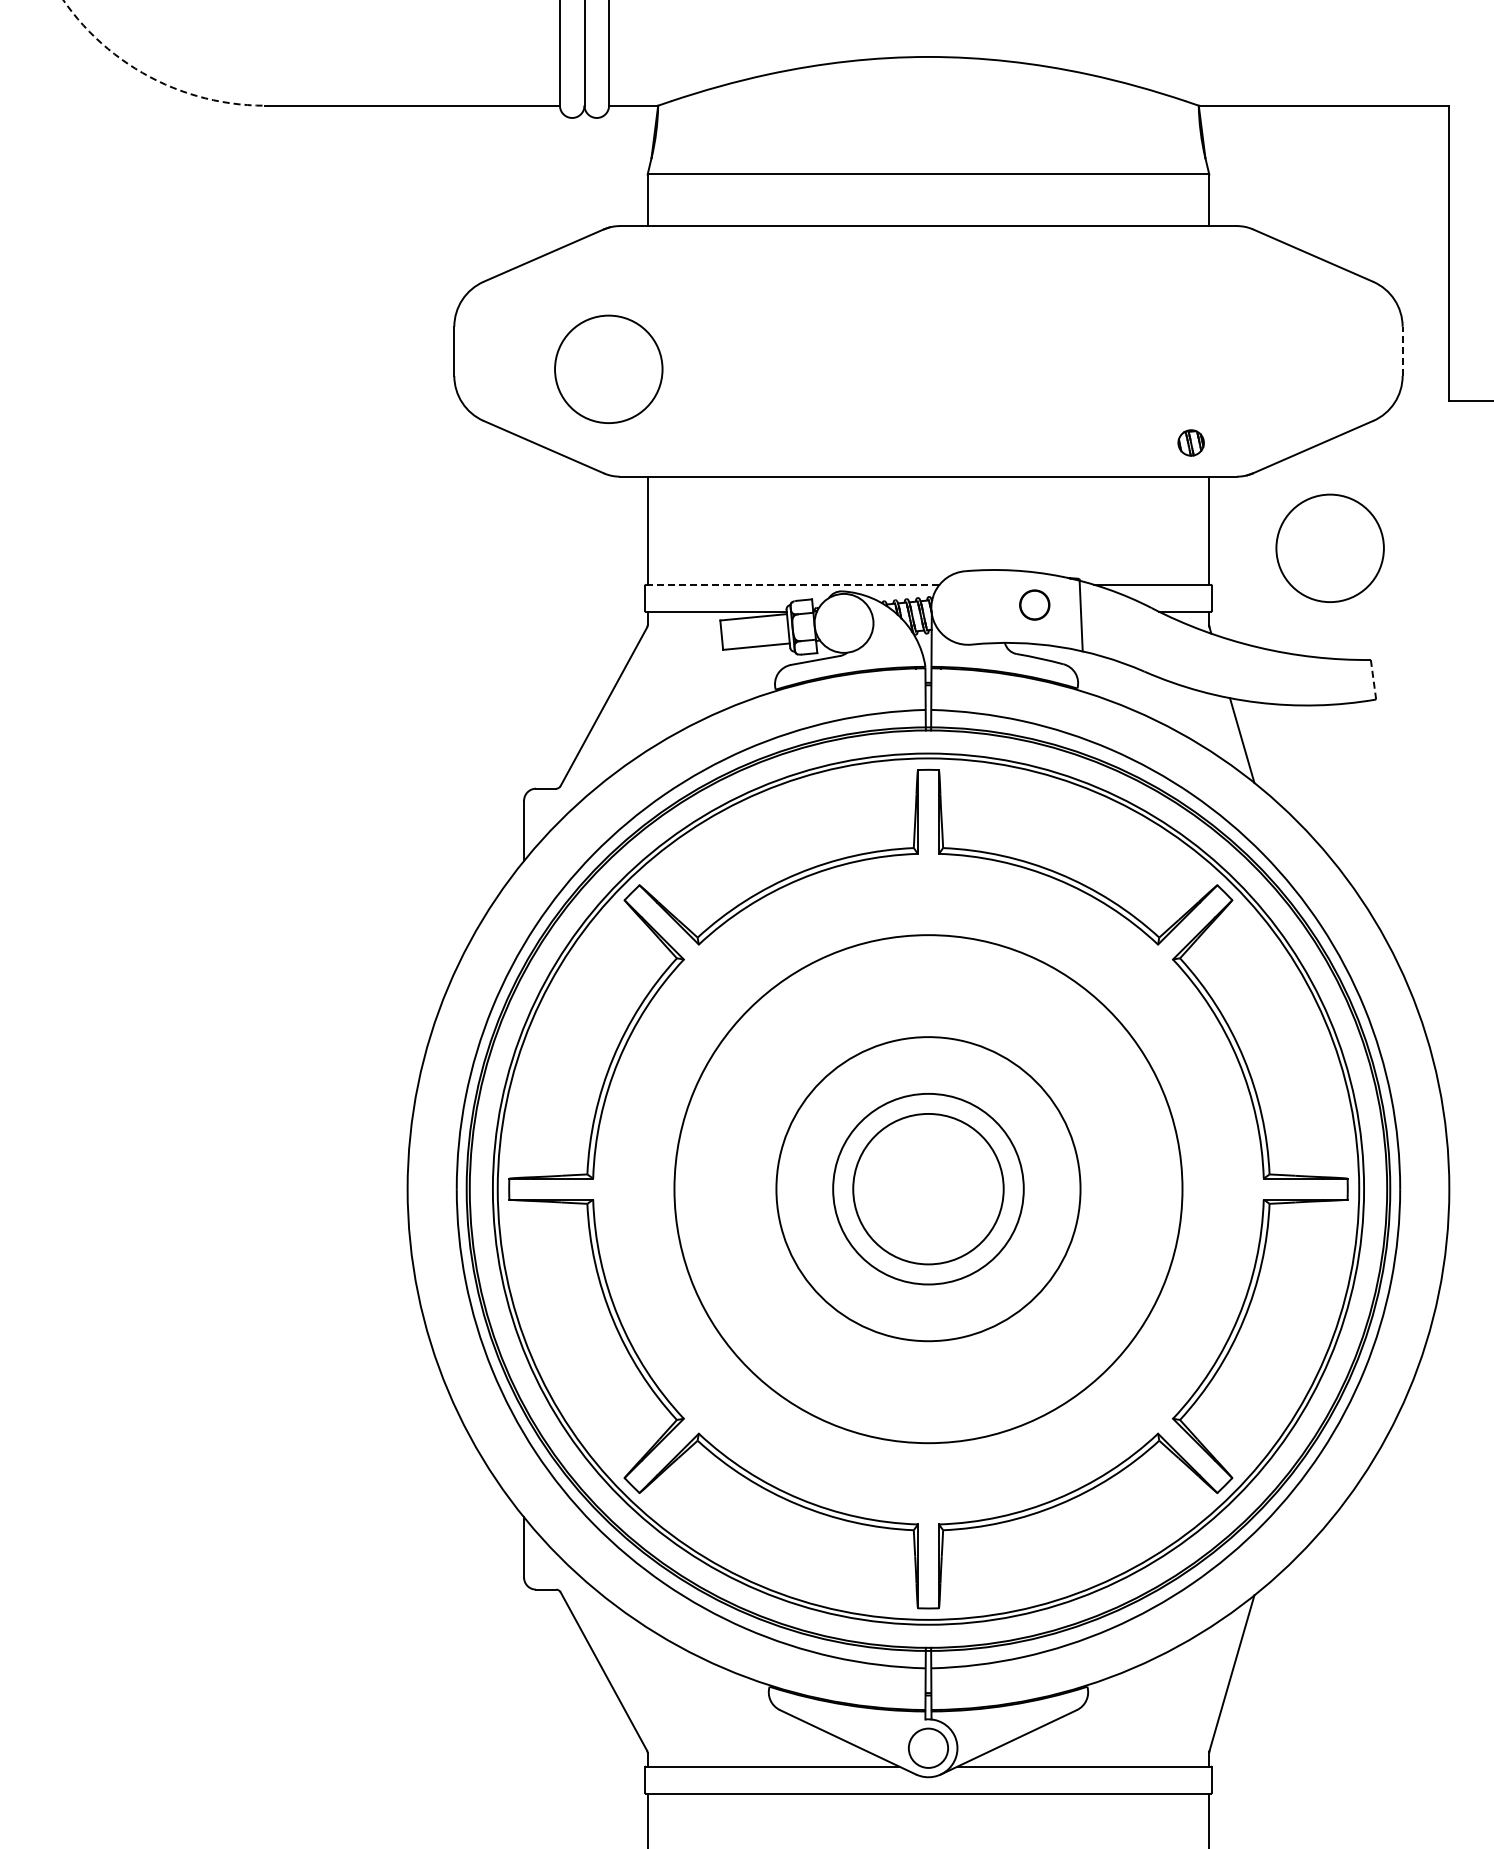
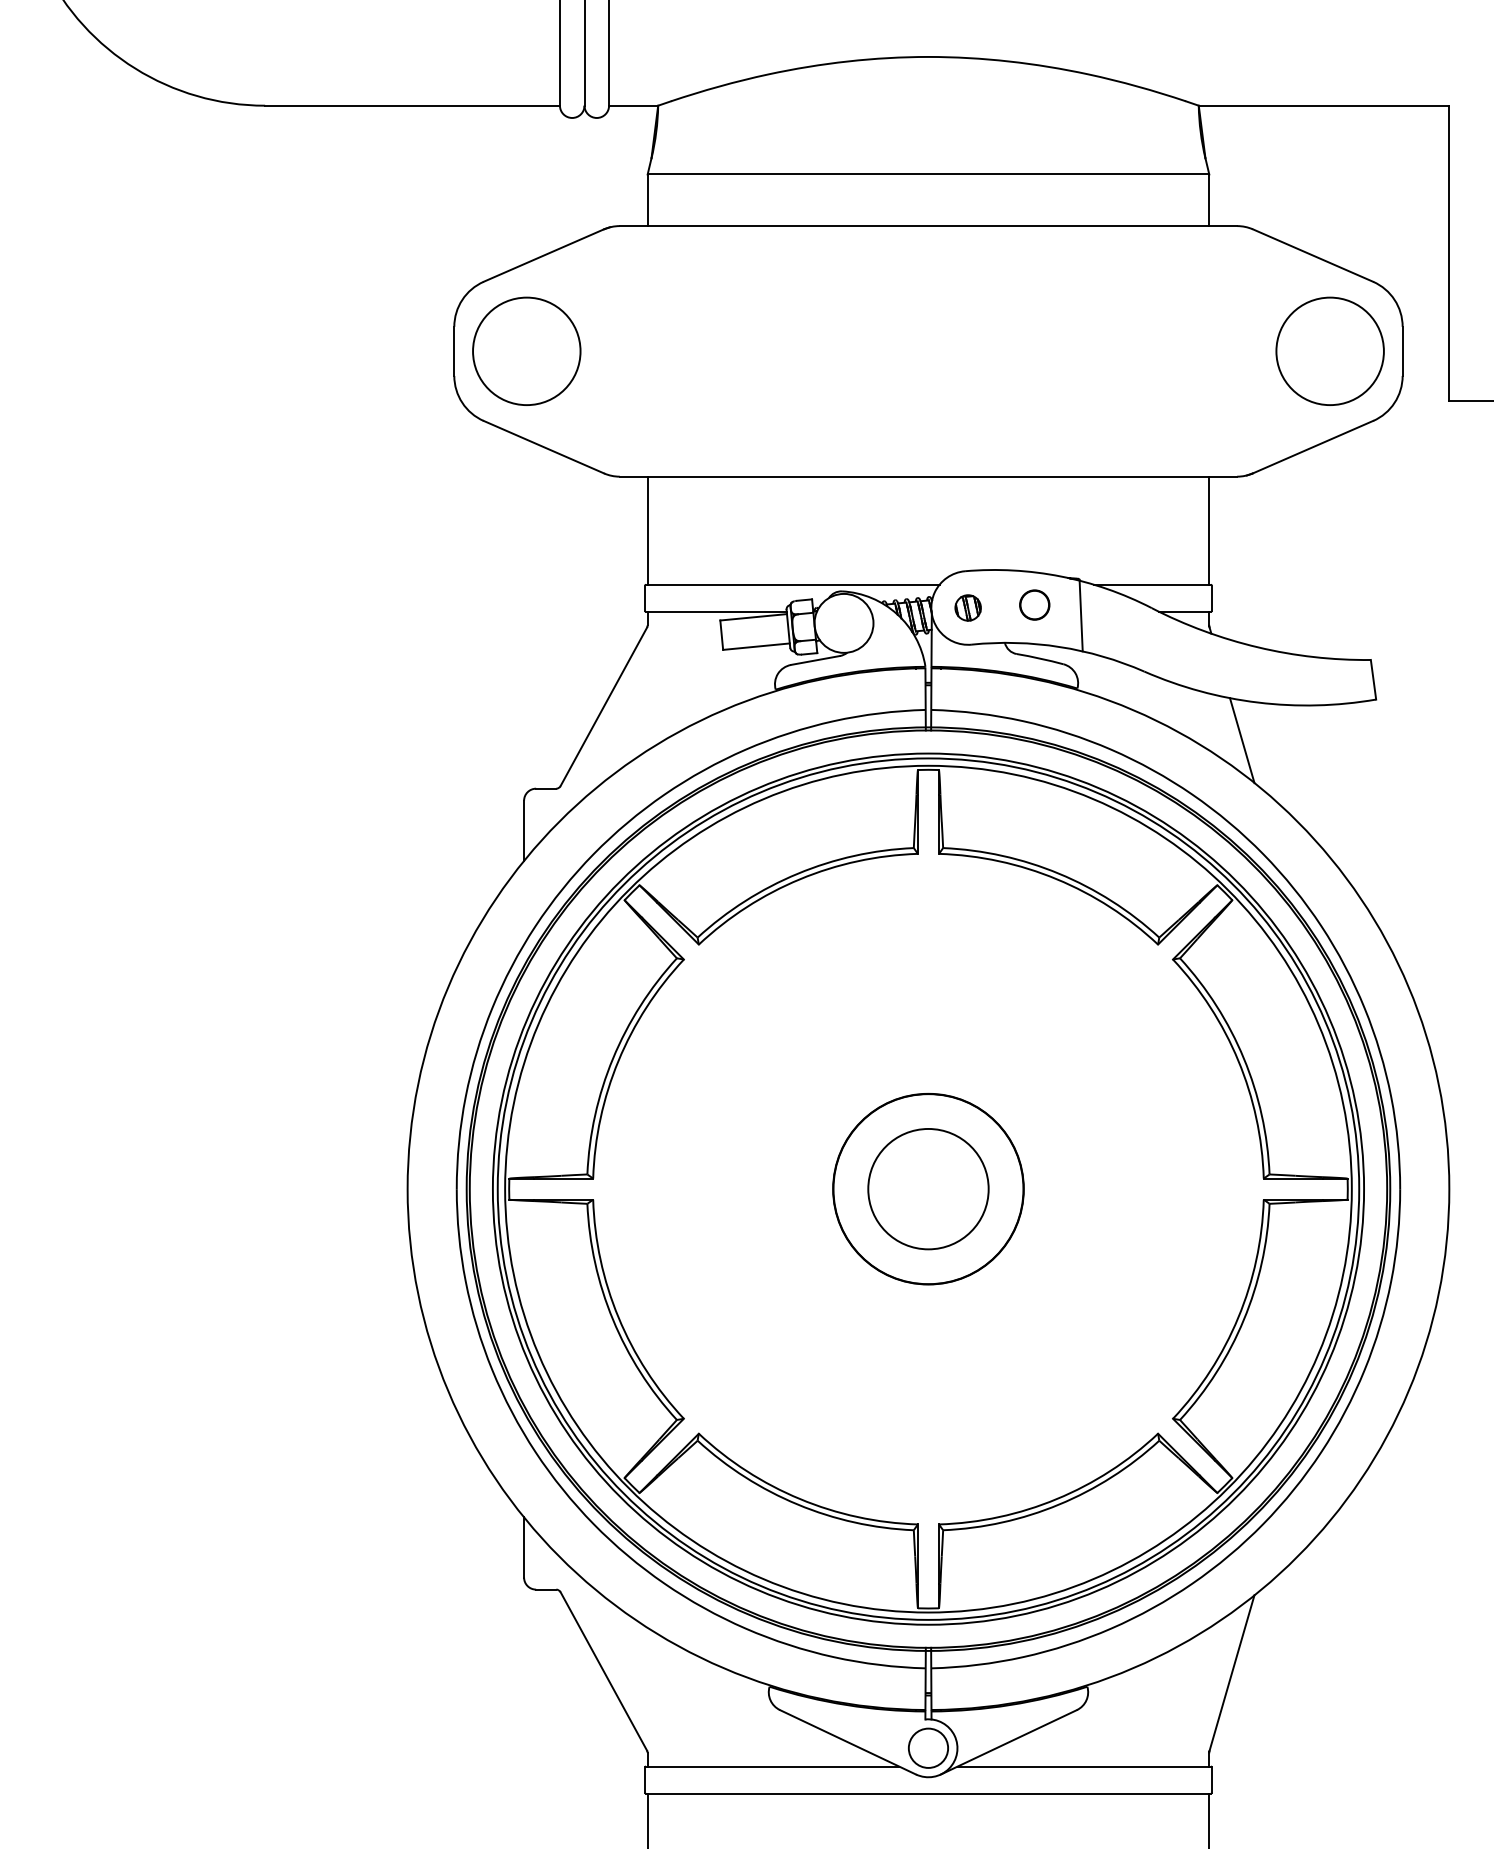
arc at (151, 77): dashed -> solid
line at (1402, 351): dashed -> solid
circle at (608, 368) position: (608, 368) -> (526, 350)
part at (1190, 442) position: (1190, 442) -> (967, 607)
circle at (1329, 547) position: (1329, 547) -> (1329, 350)
line at (792, 584): dashed -> solid
line at (1373, 679): dashed -> solid
circle at (928, 1188) diameter: 150 px -> 120 px
circle at (928, 1189) diameter: 304 px -> 190 px
circle at (928, 1189) diameter: 508 px -> 847 px
